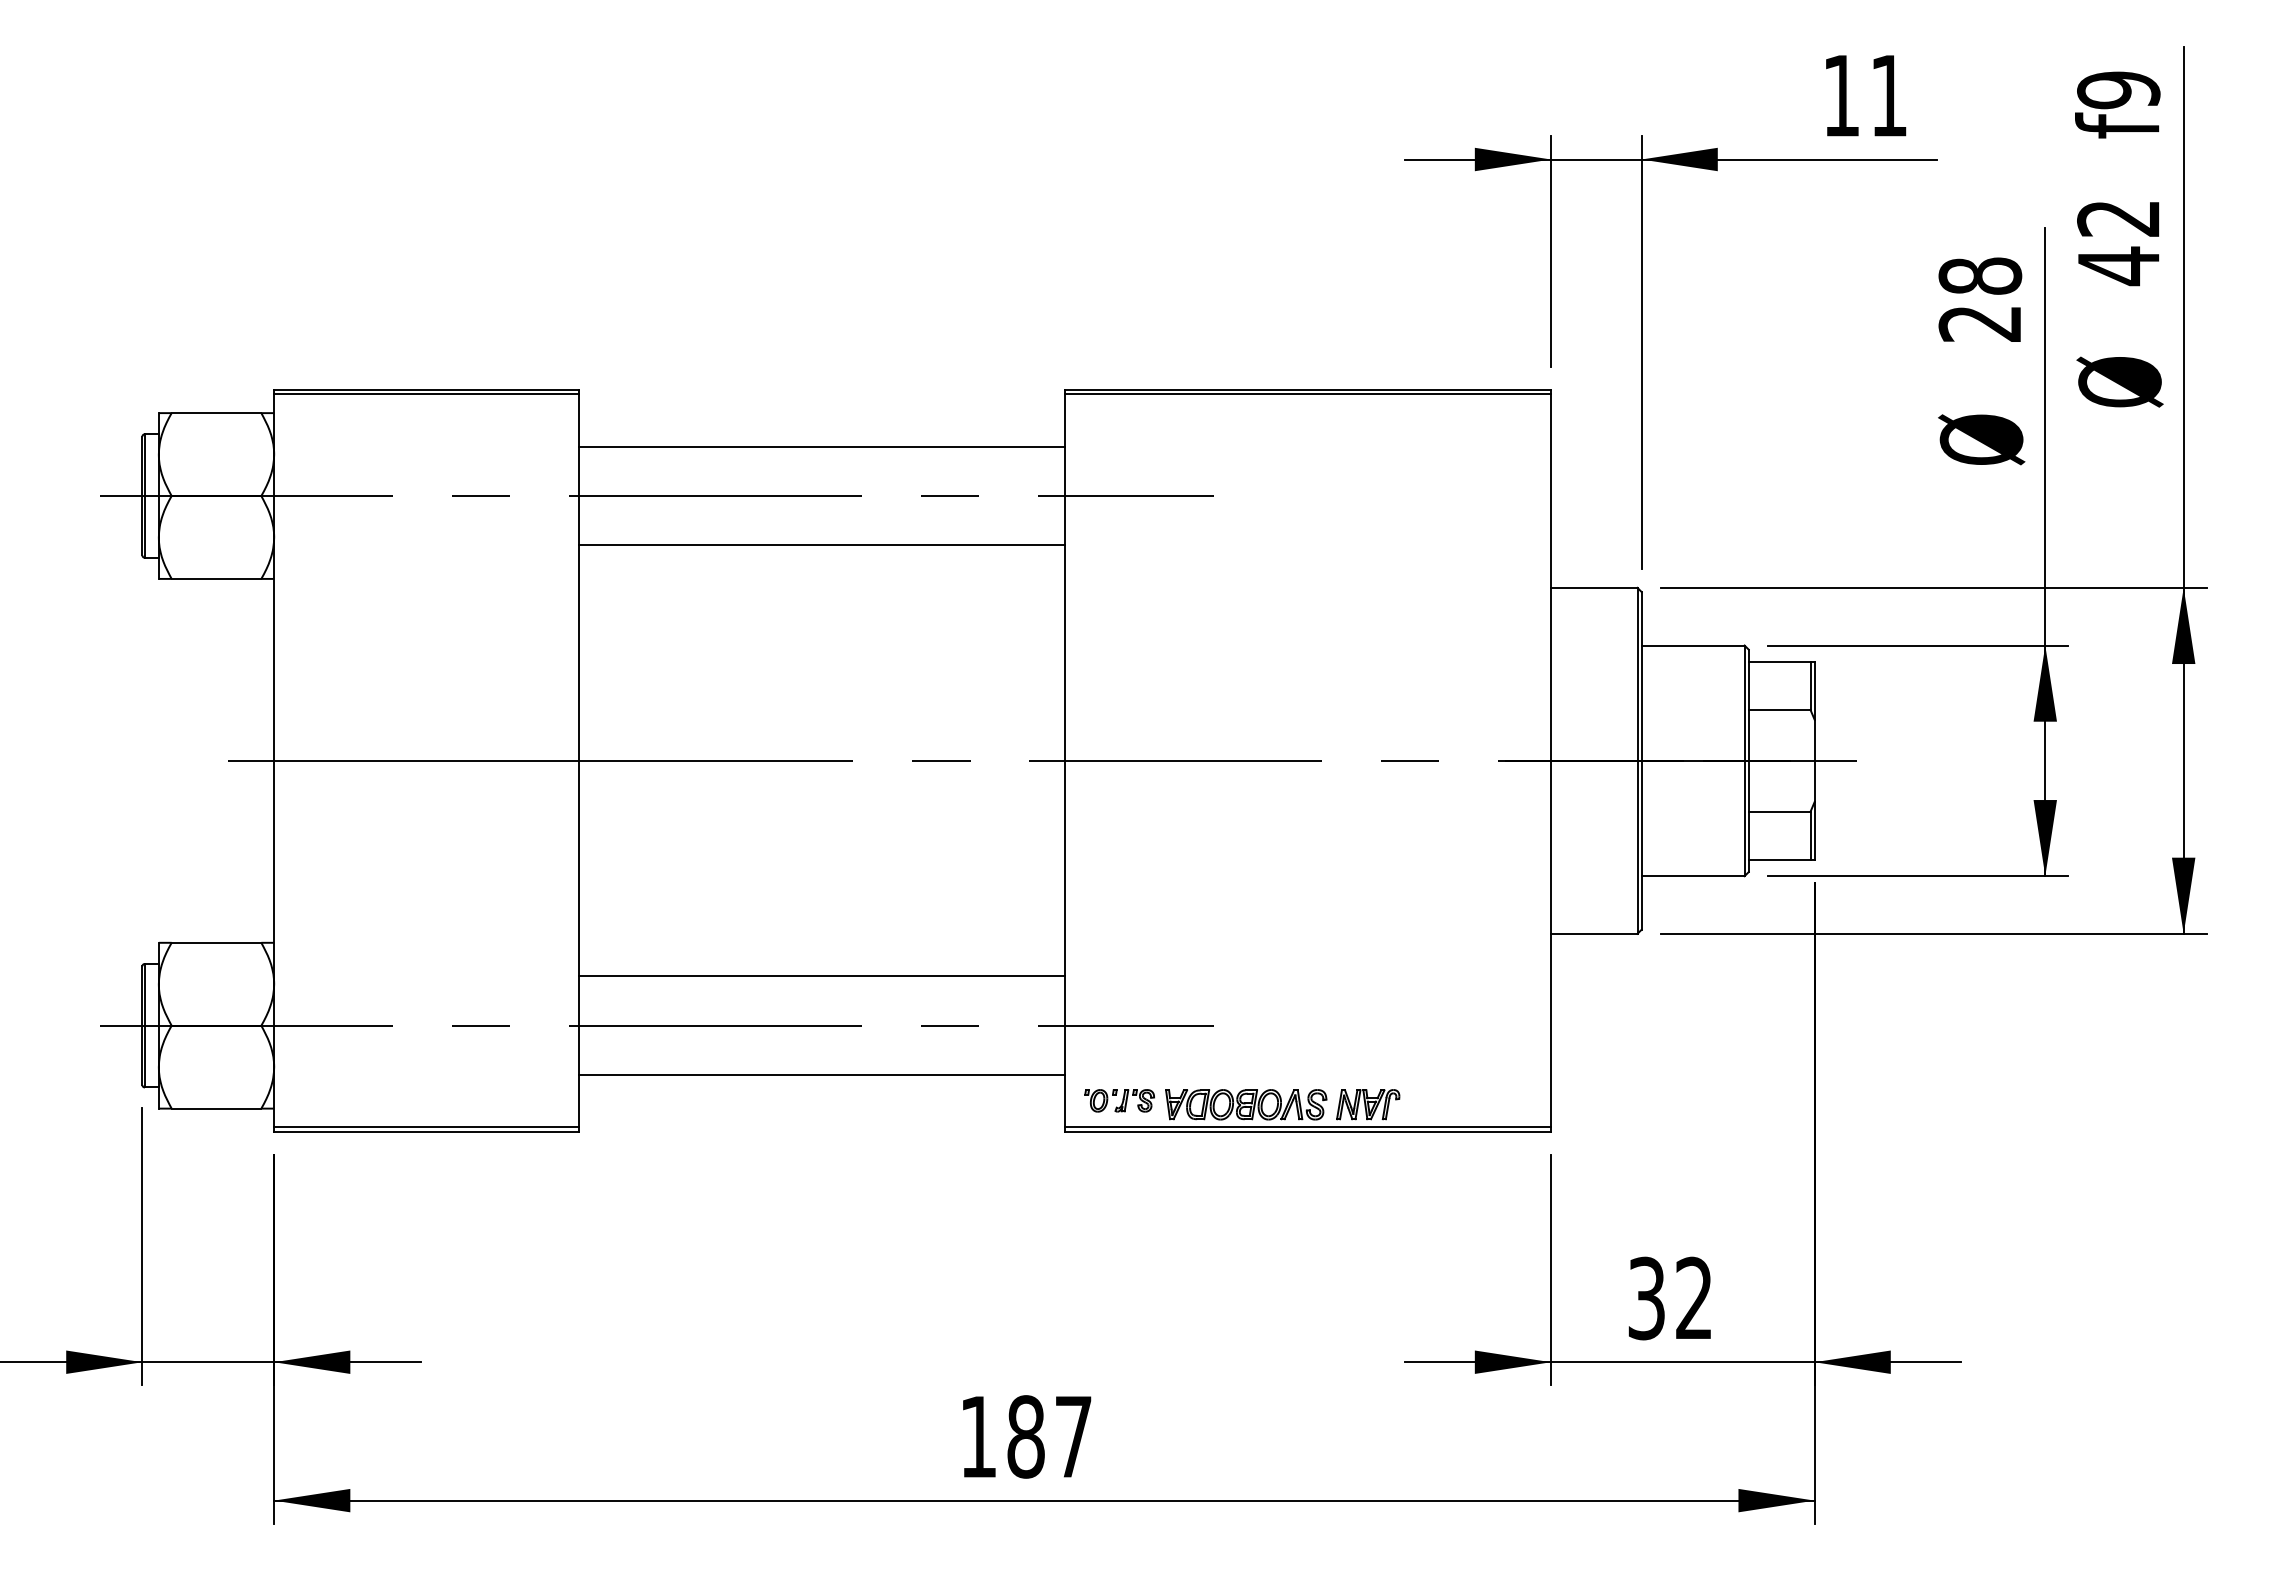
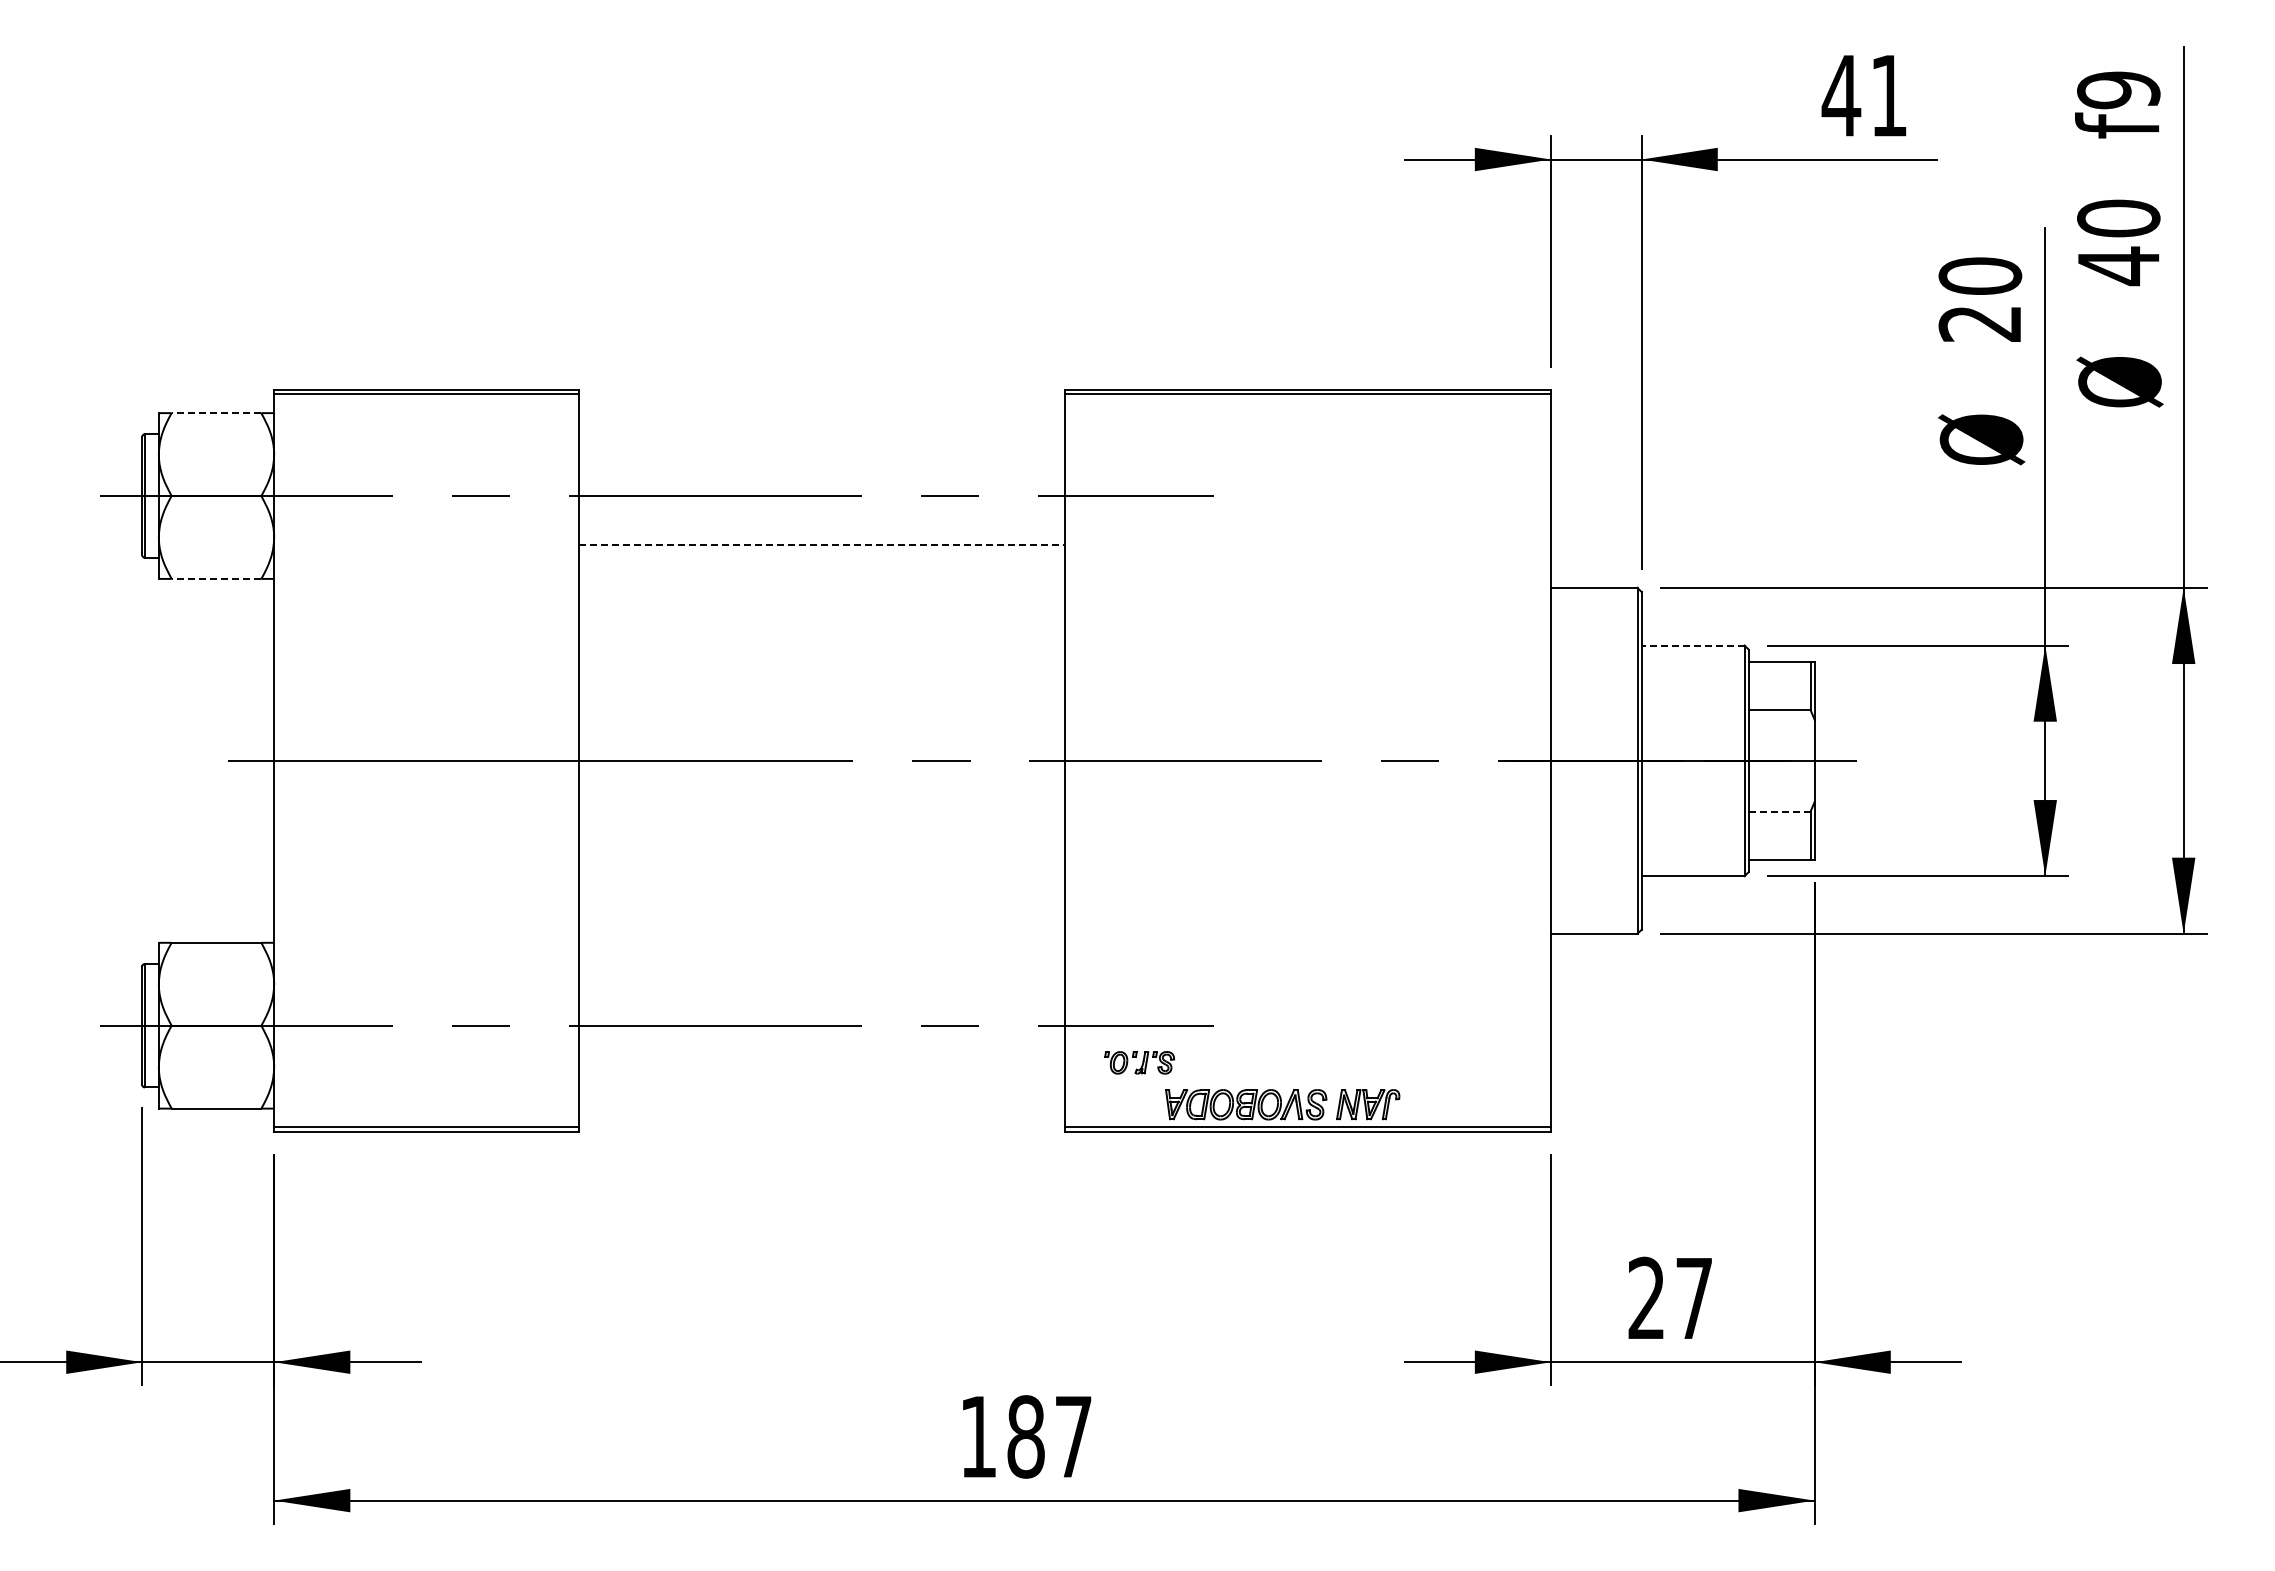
text at (1841, 95): 11 -> 41
text at (2118, 218): 42 -> 40
text at (1979, 275): 28 -> 20
line at (216, 413): solid -> dashed
line at (821, 446): present -> none
line at (822, 545): solid -> dashed
line at (216, 578): solid -> dashed
line at (1692, 645): solid -> dashed
line at (1779, 811): solid -> dashed
line at (821, 976): present -> none
line at (821, 1075): present -> none
part at (1119, 1100) position: (1119, 1100) -> (1139, 1062)
text at (1669, 1298): 32 -> 27
